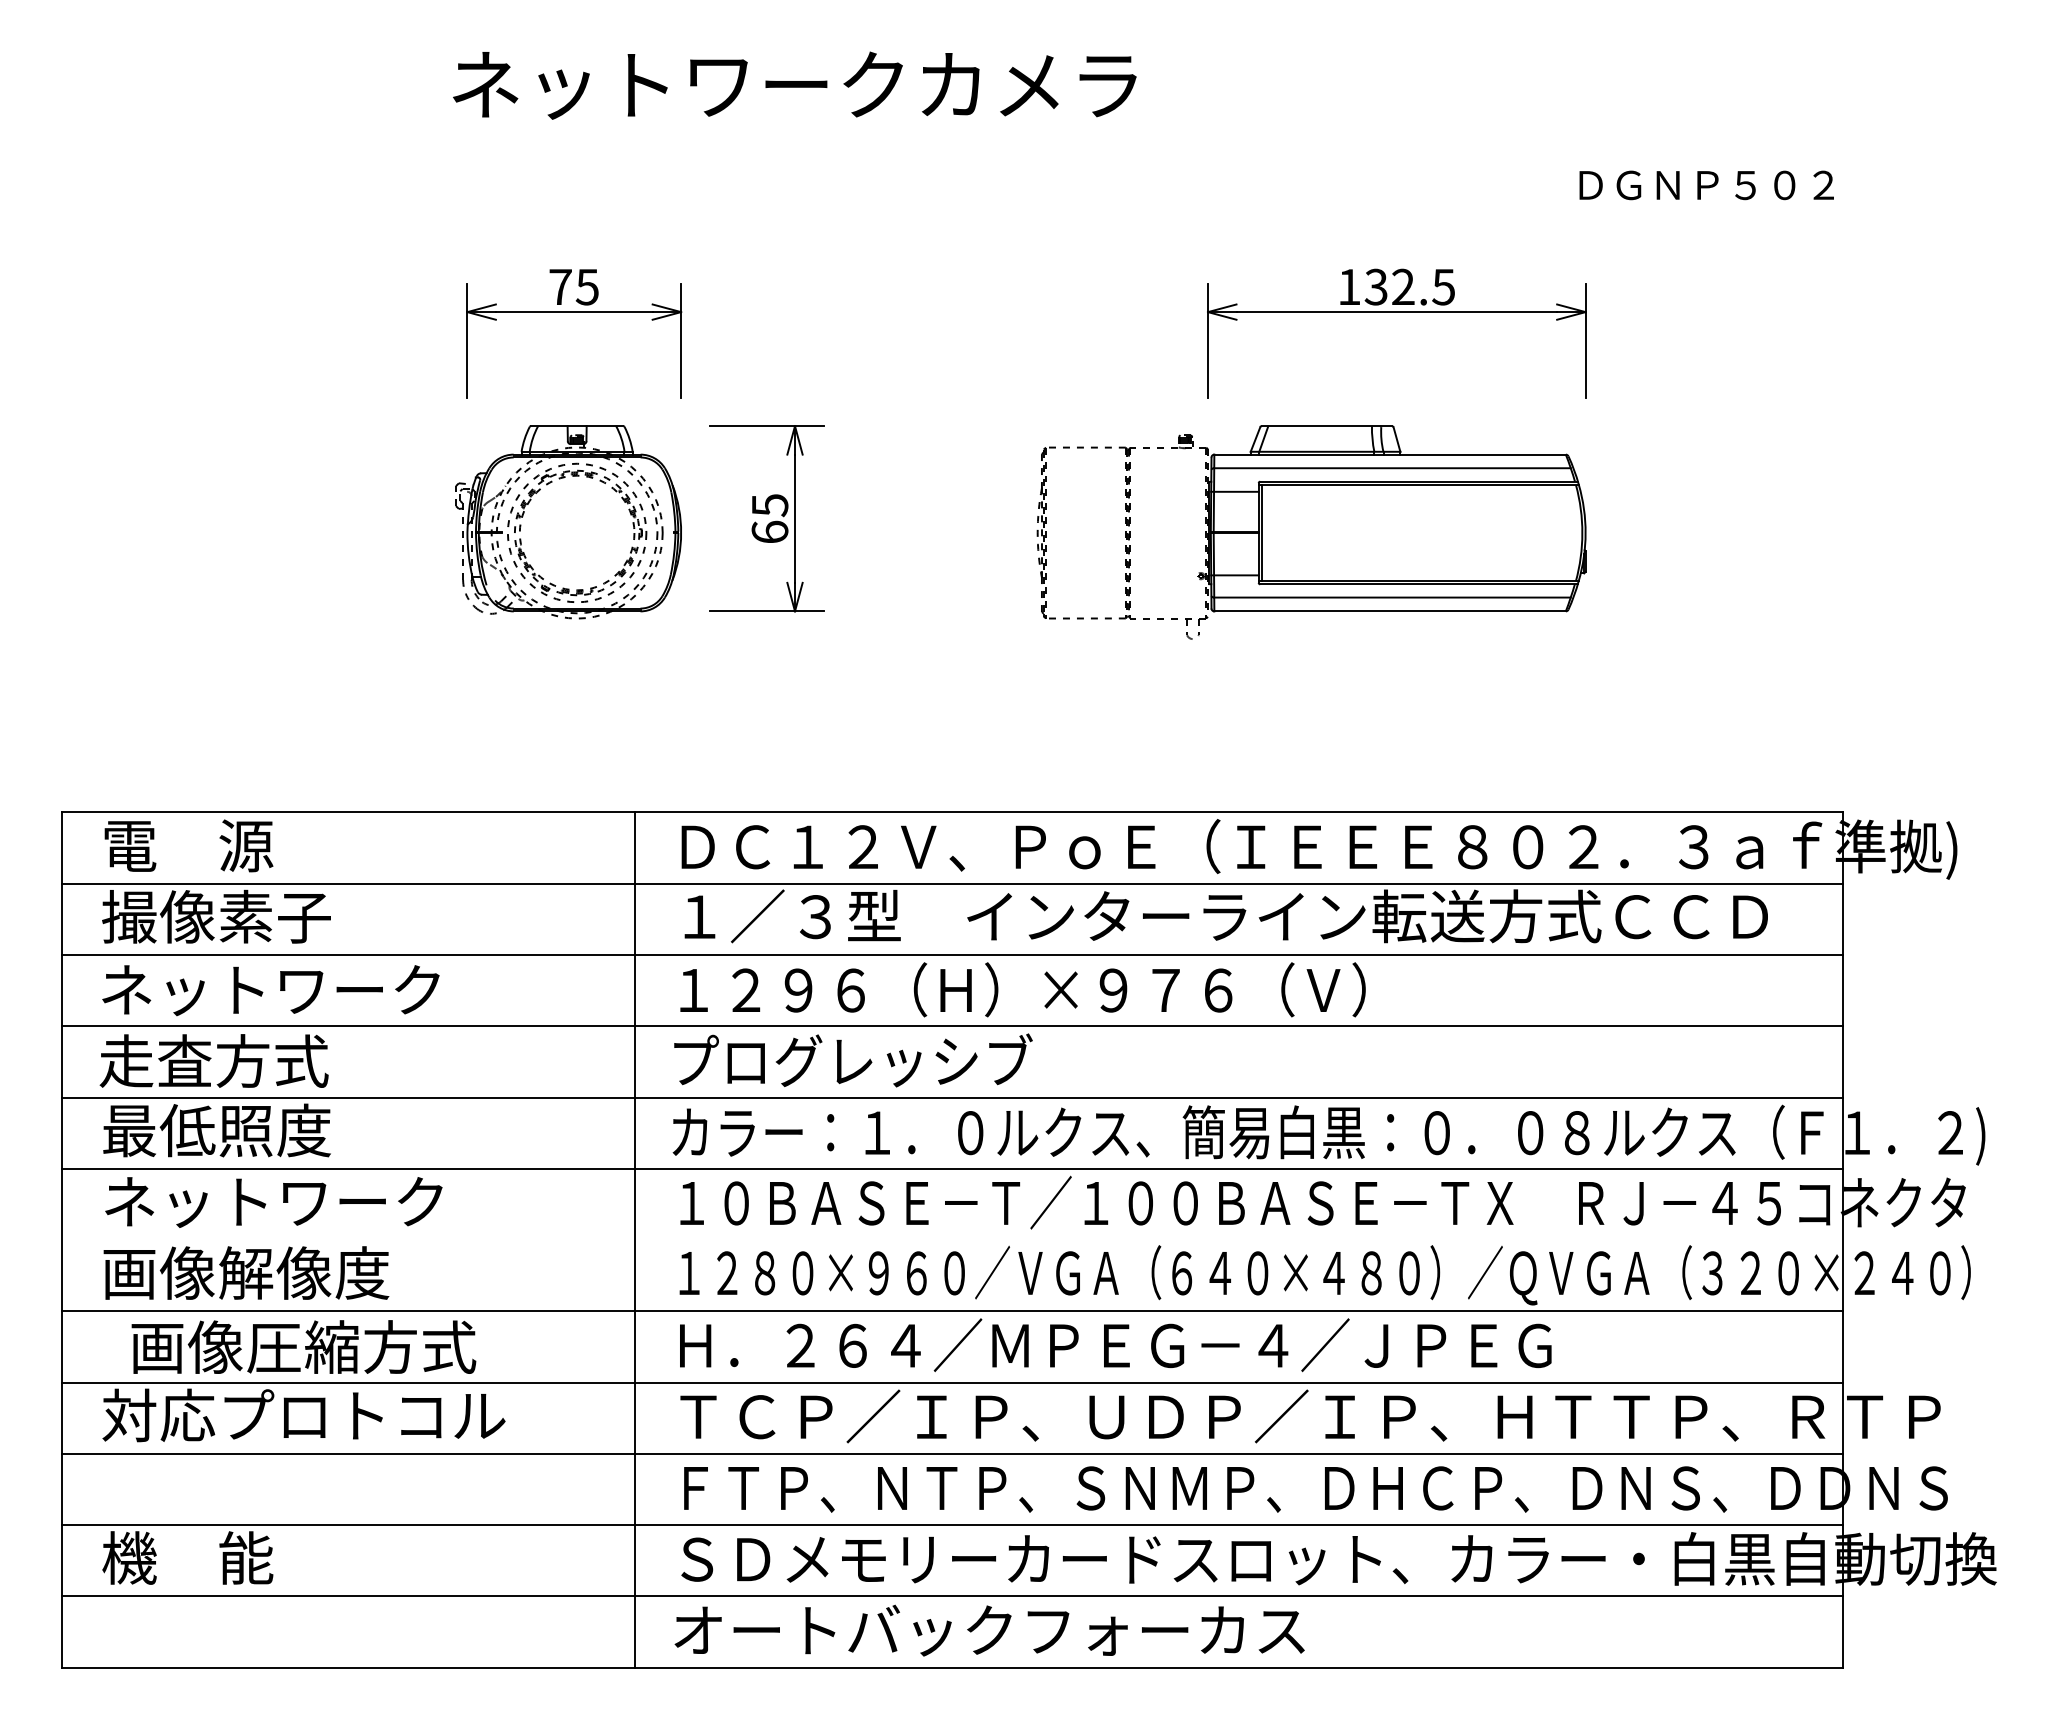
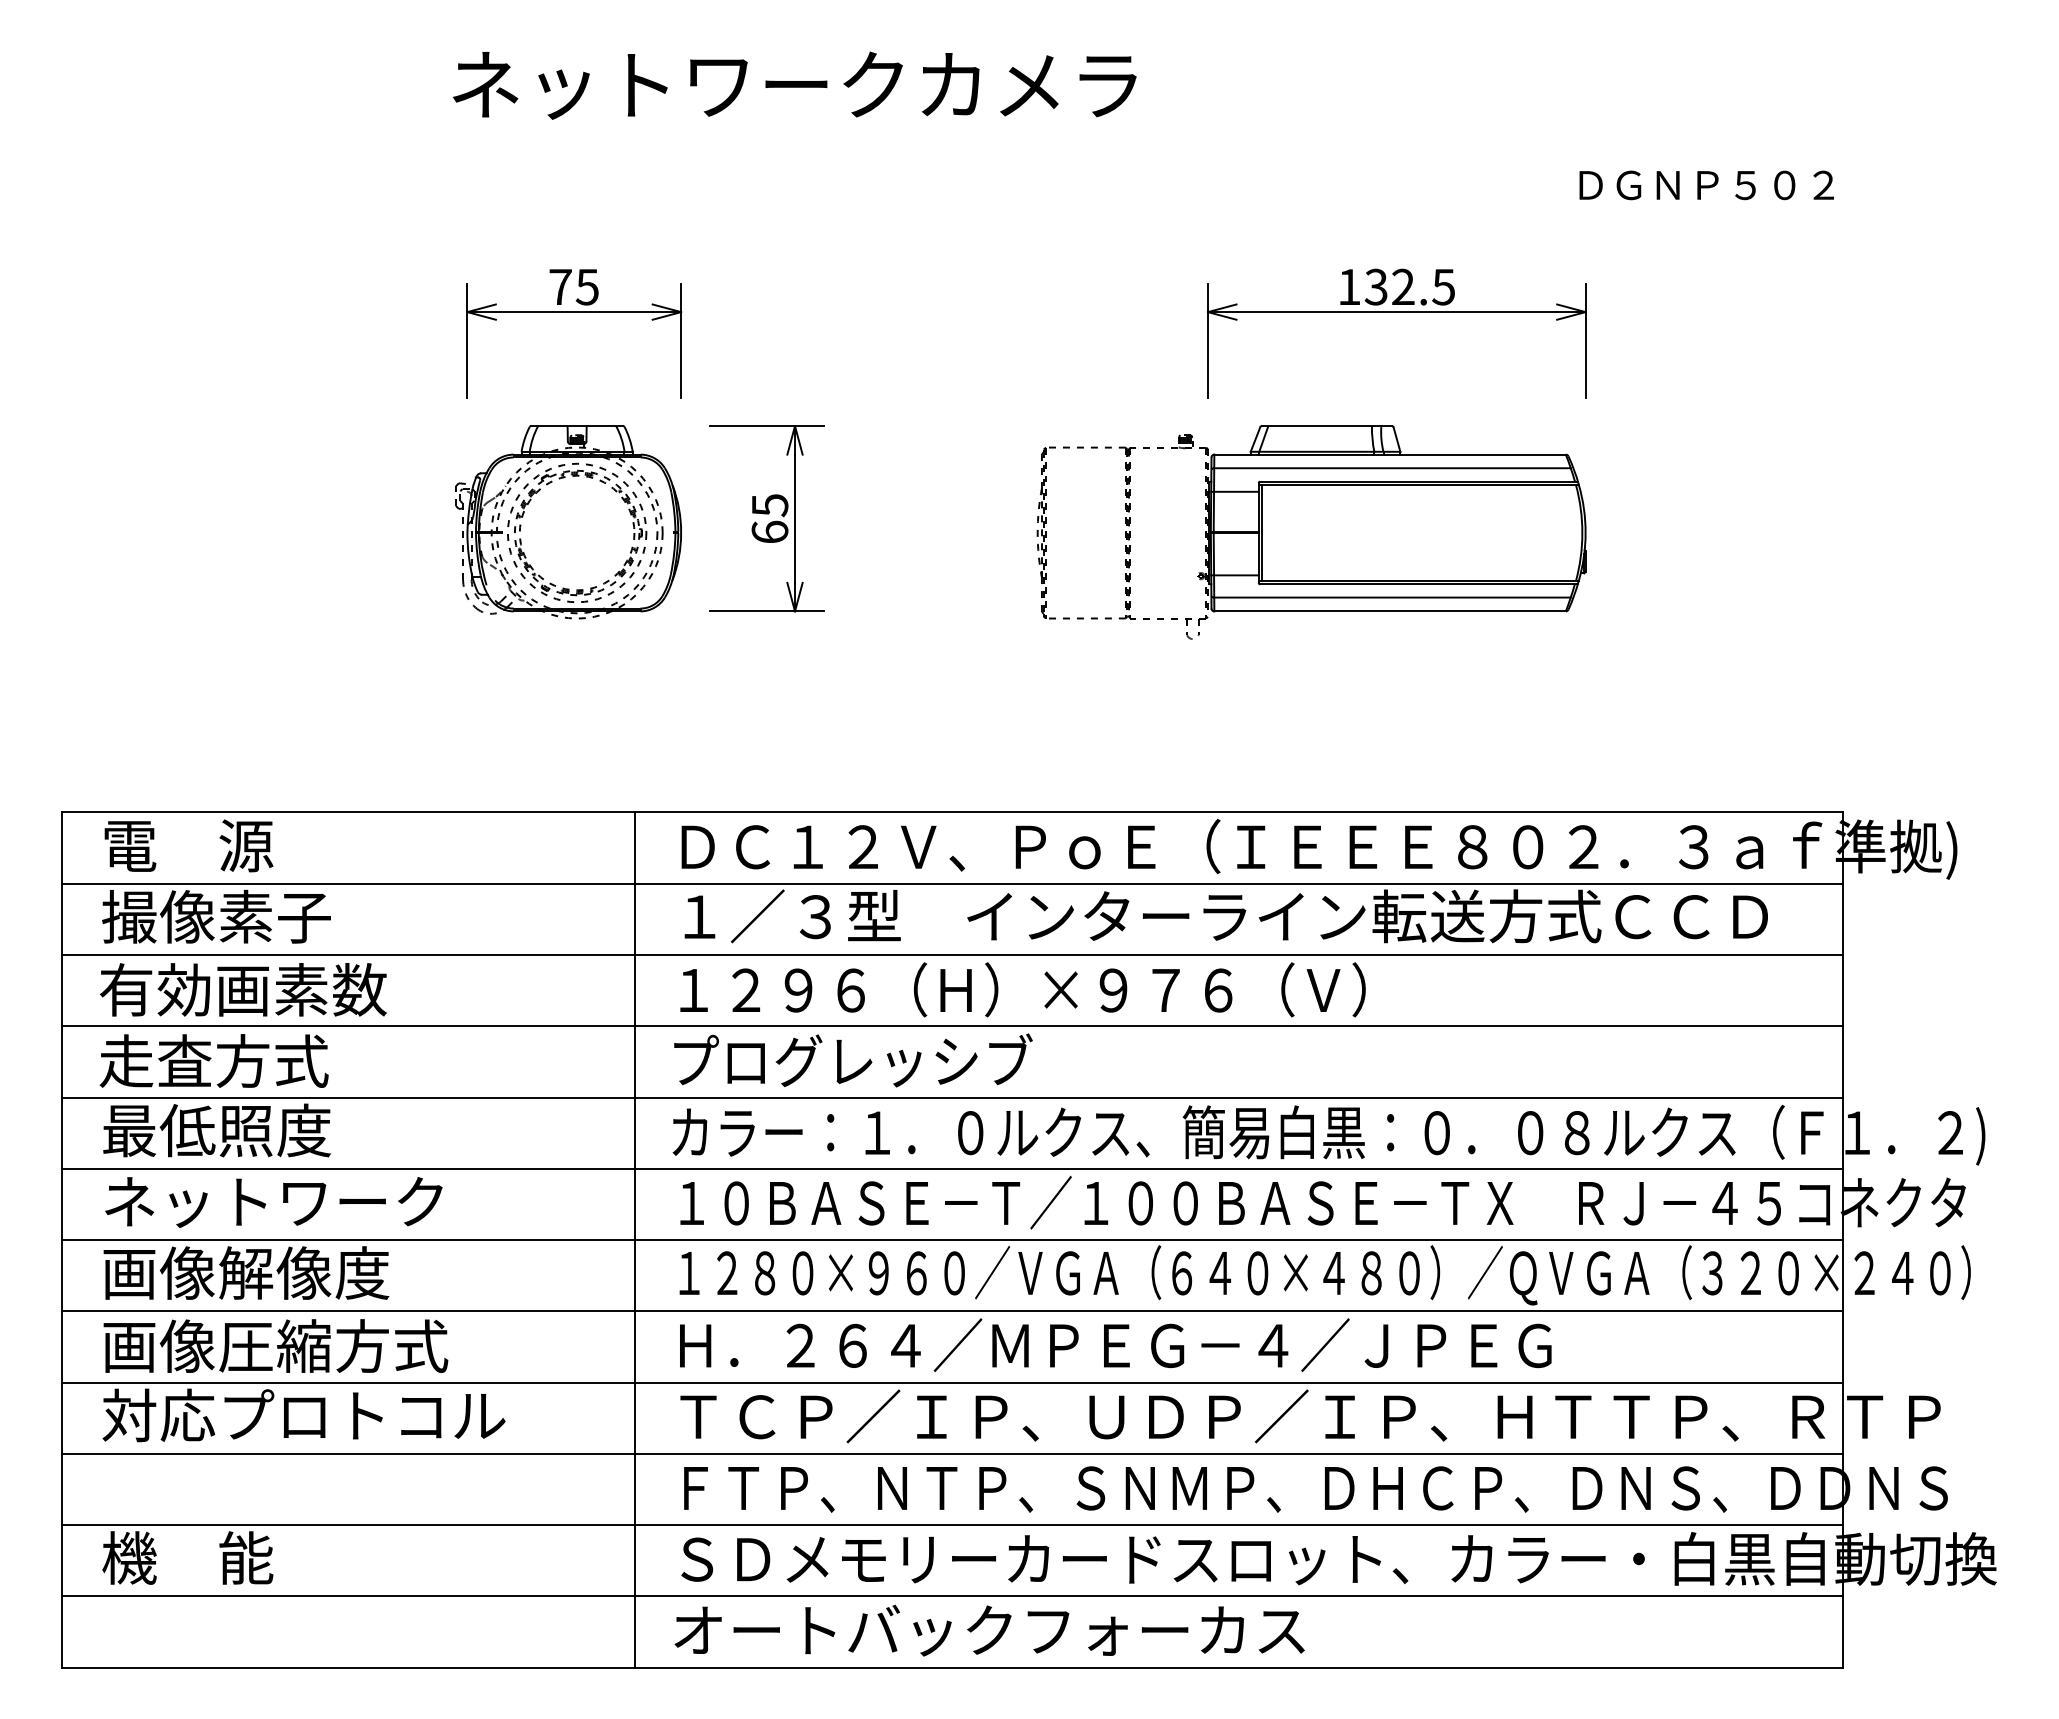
text at (269, 989): ネットワーク -> 有効画素数
line at (952, 1240): none -> present
text at (303, 1346) position: (303, 1346) -> (275, 1345)
